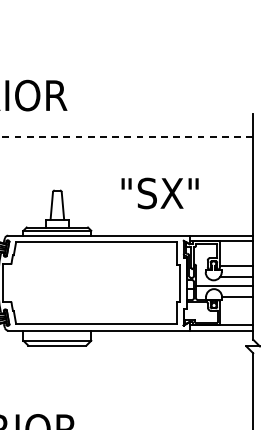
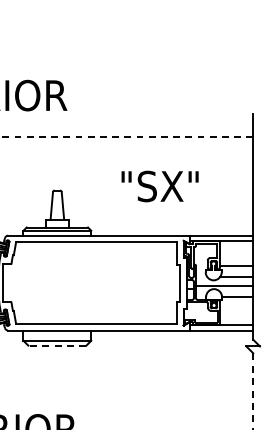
text at (159, 193) position: (159, 193) -> (159, 186)
line at (56, 345): solid -> dashed
line at (253, 392): solid -> dashed
